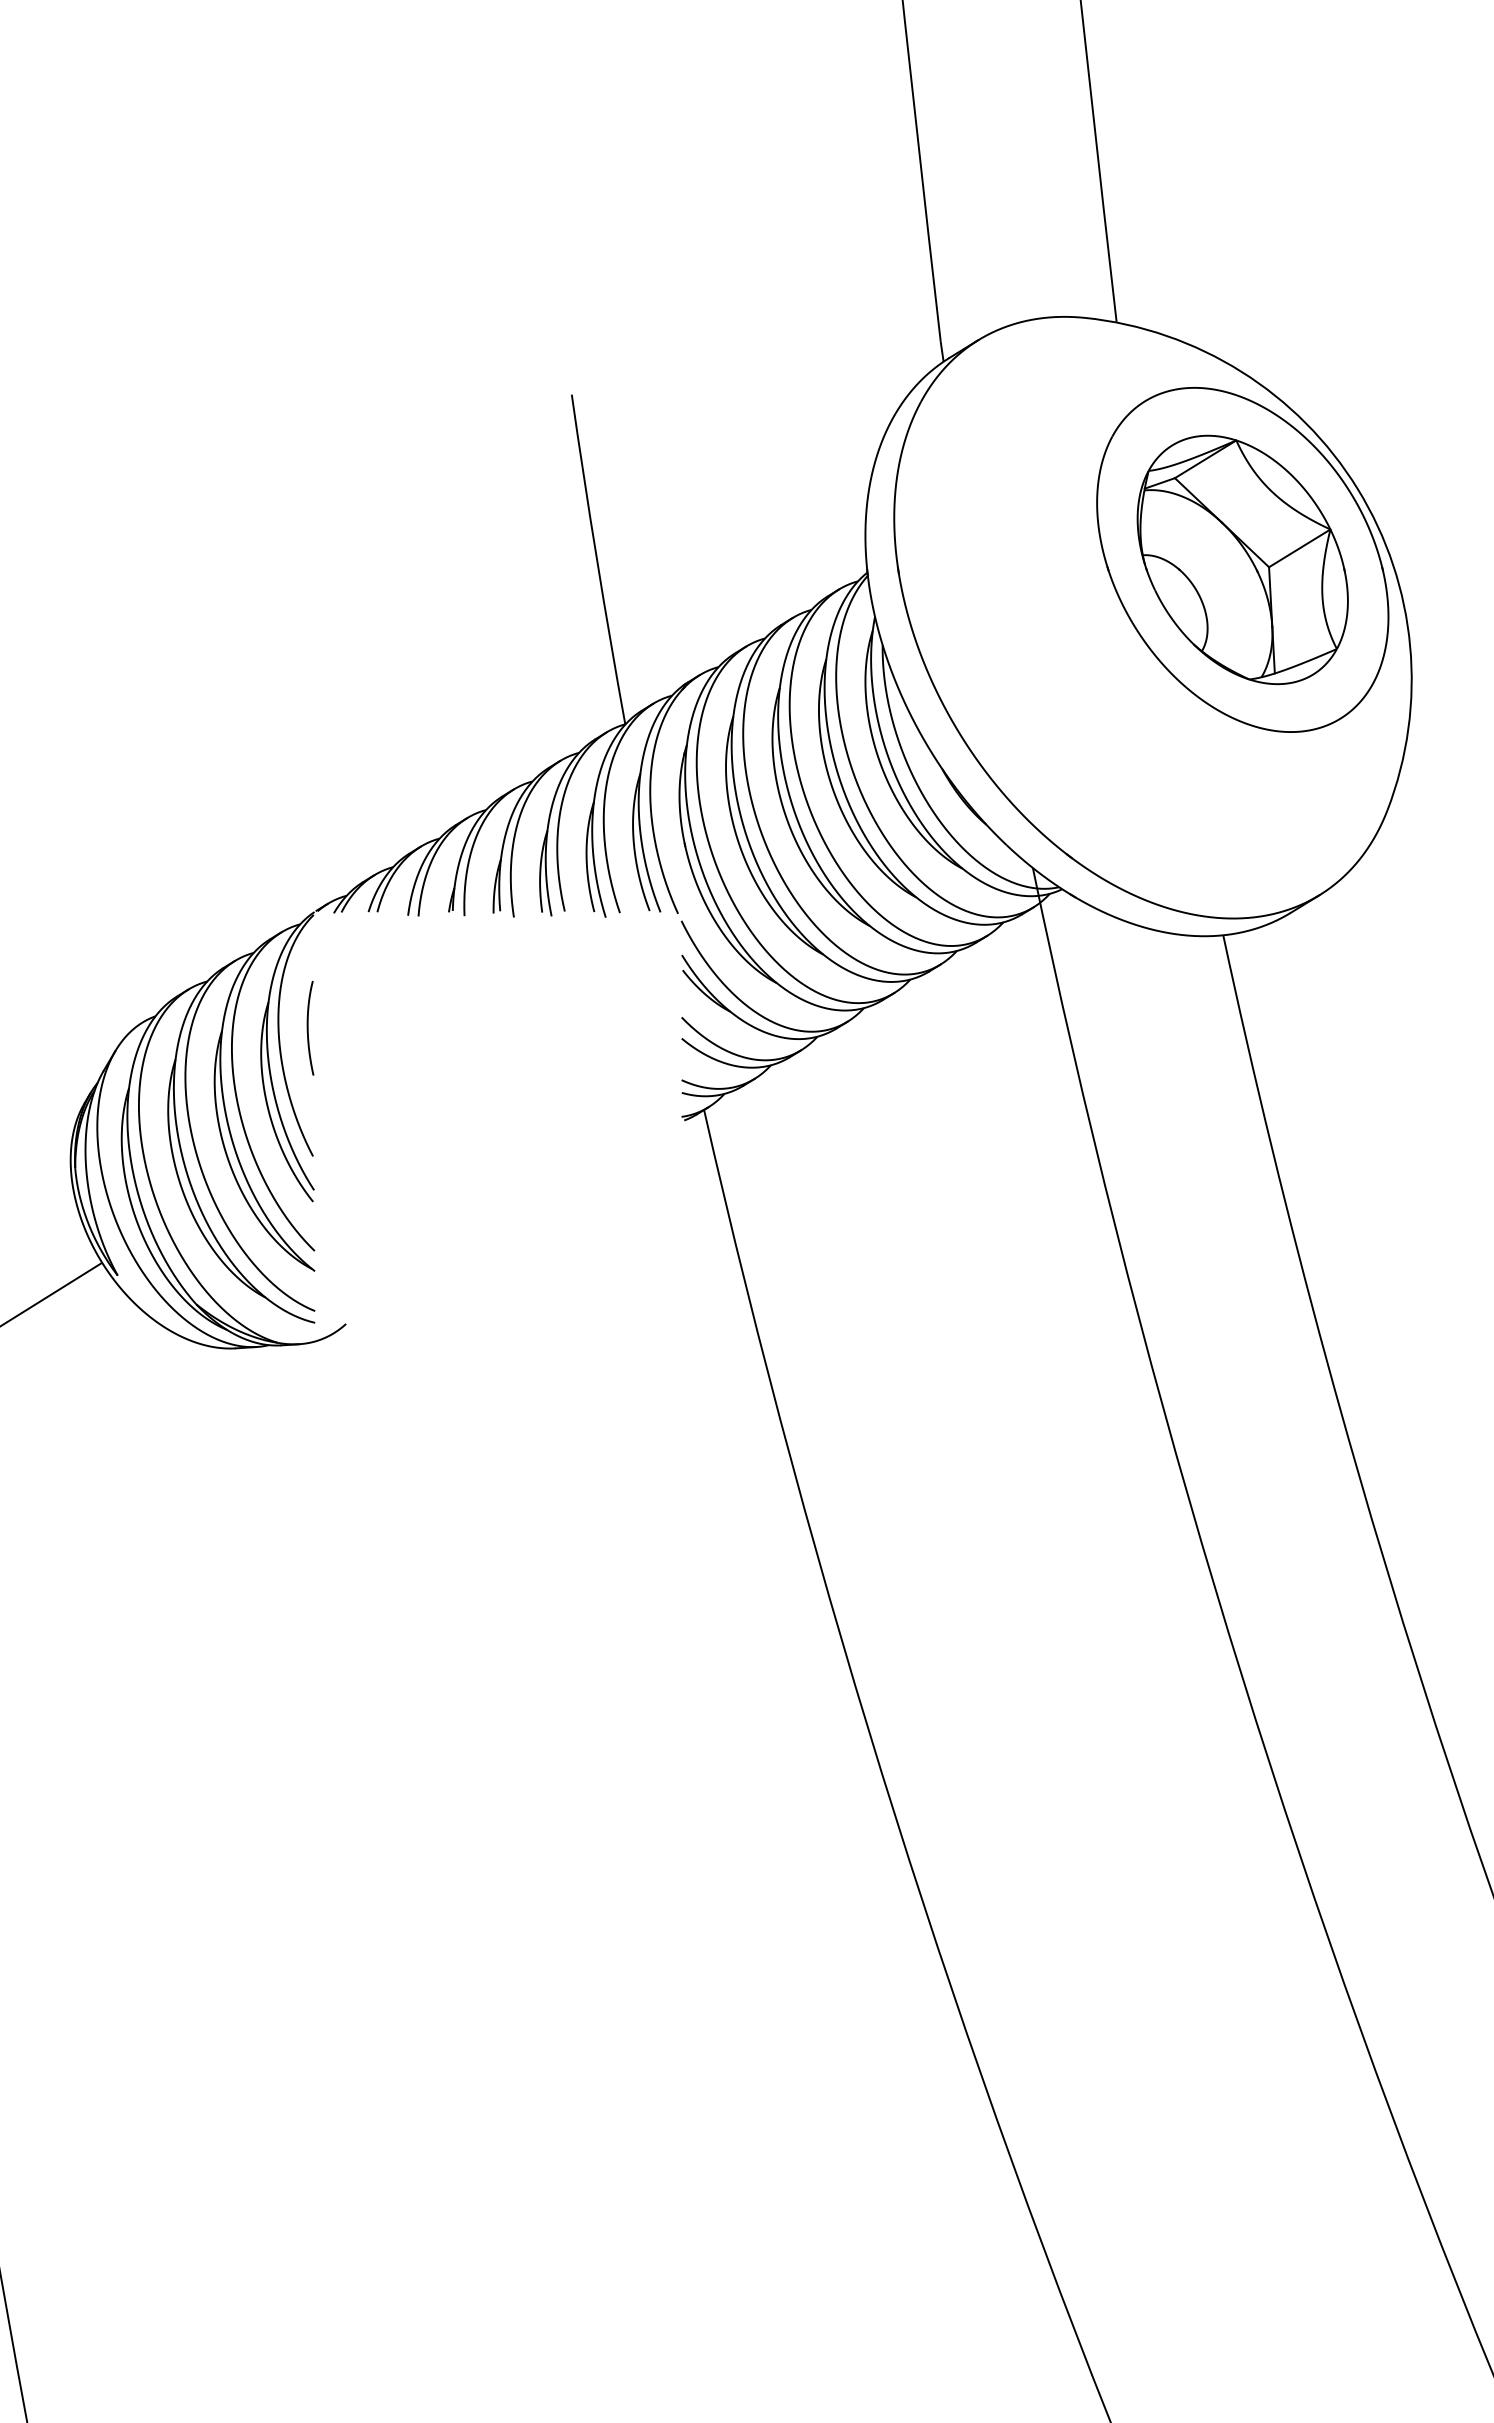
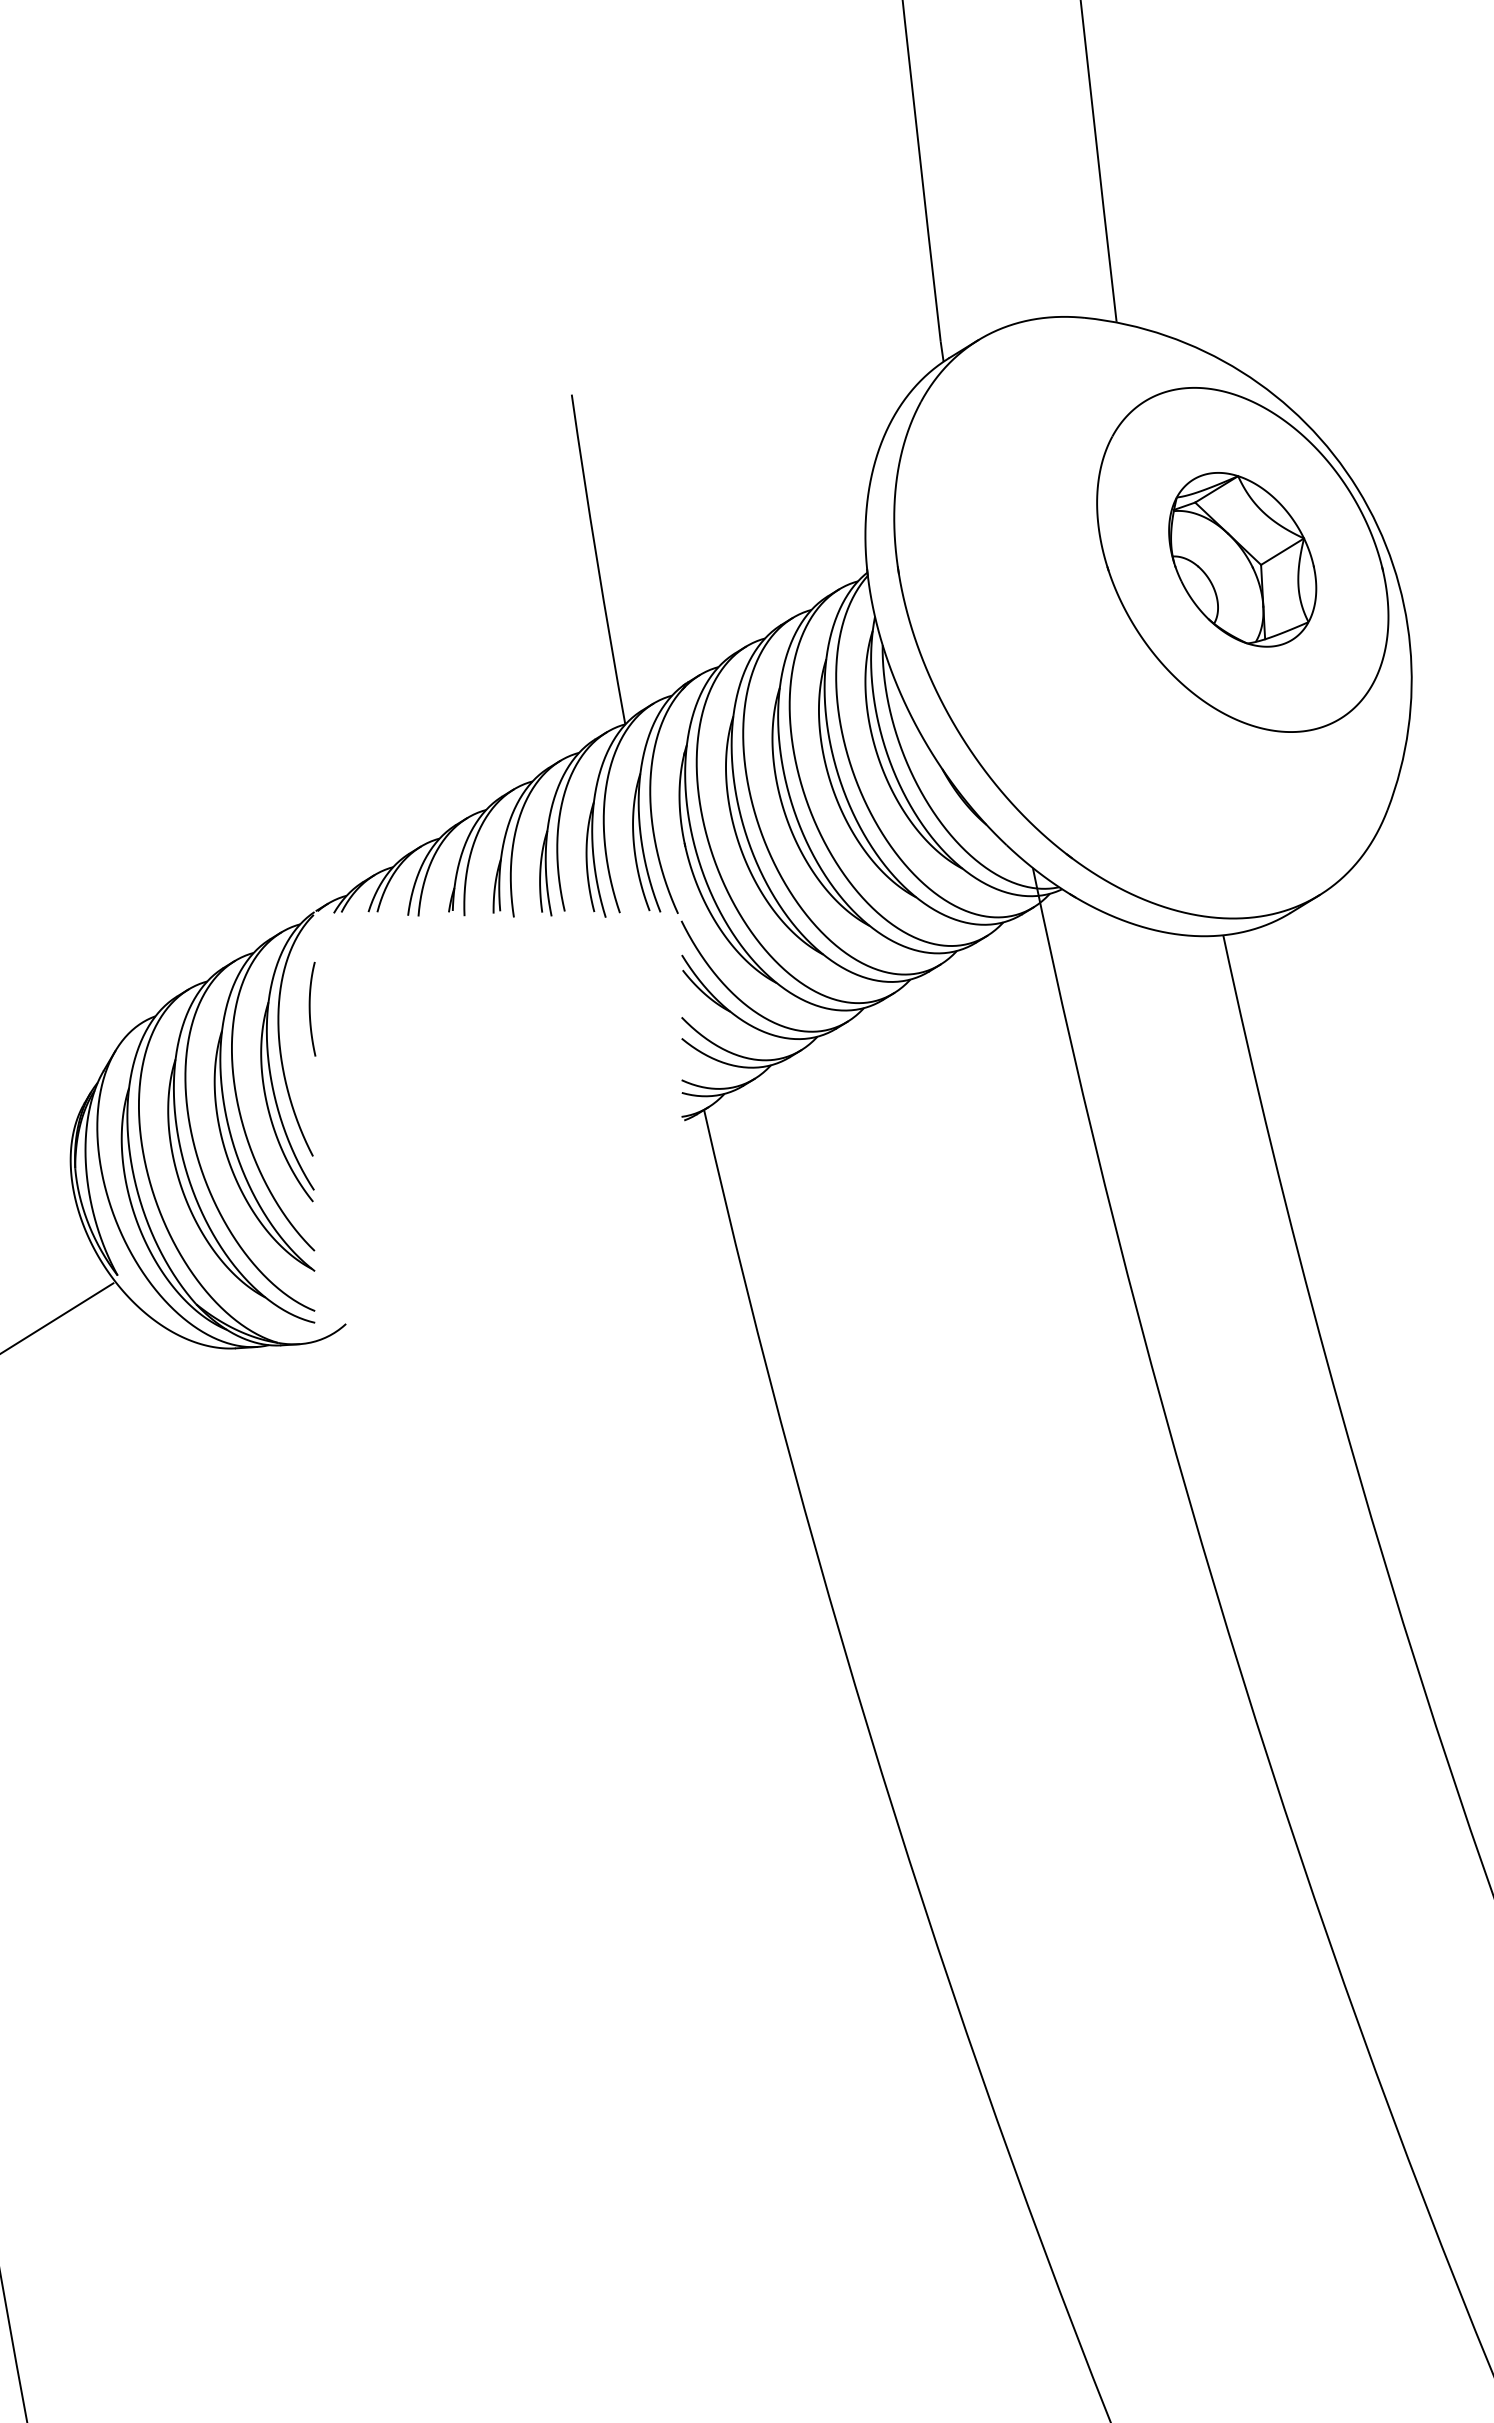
part at (1242, 559) size: 213x251 px -> 150x176 px
curve at (308, 1027) position: (308, 1027) -> (310, 1008)
line at (52, 1293) position: (52, 1293) -> (58, 1317)
